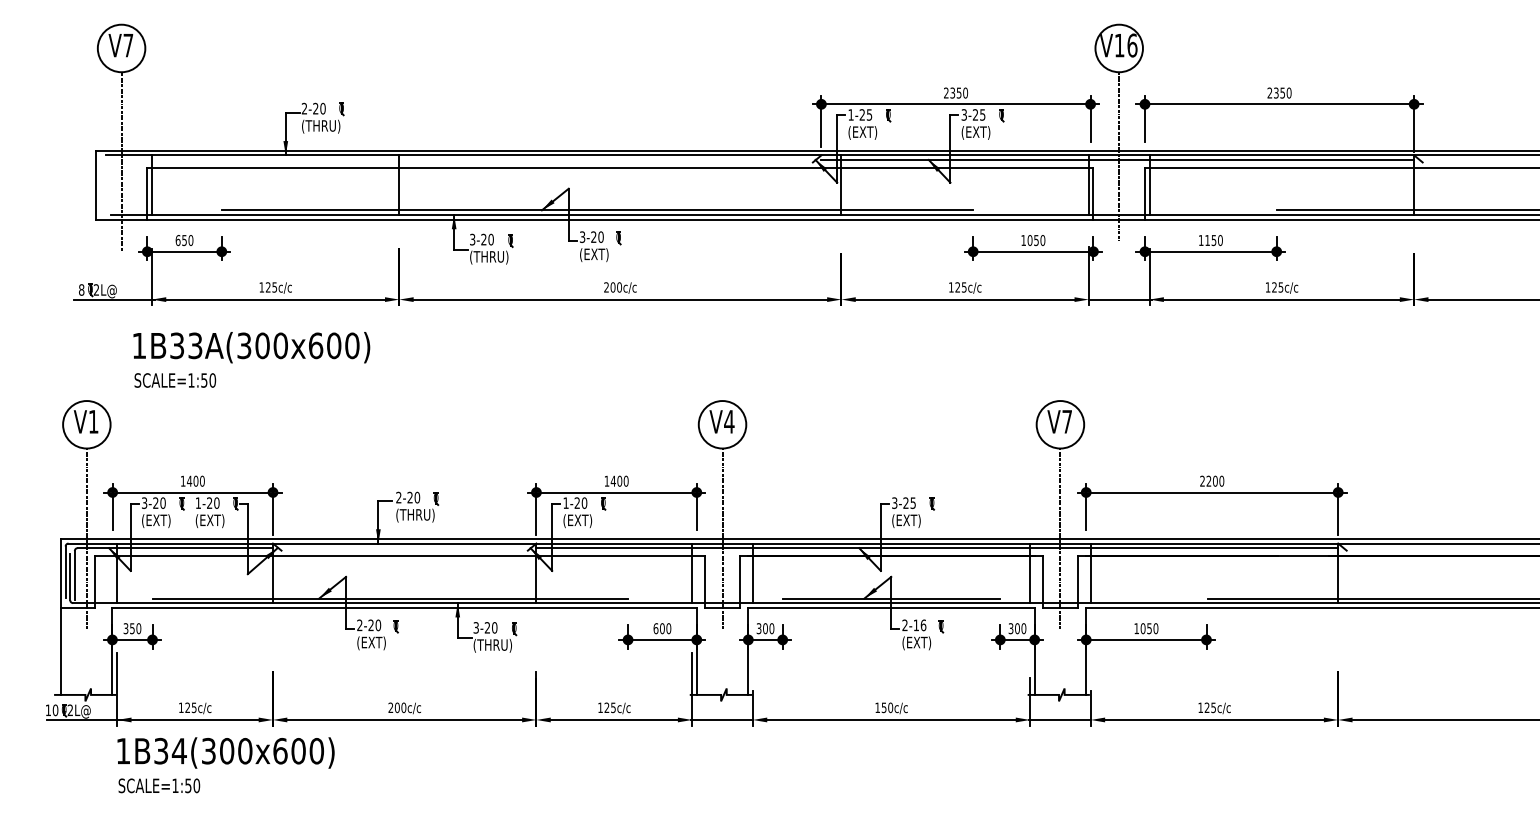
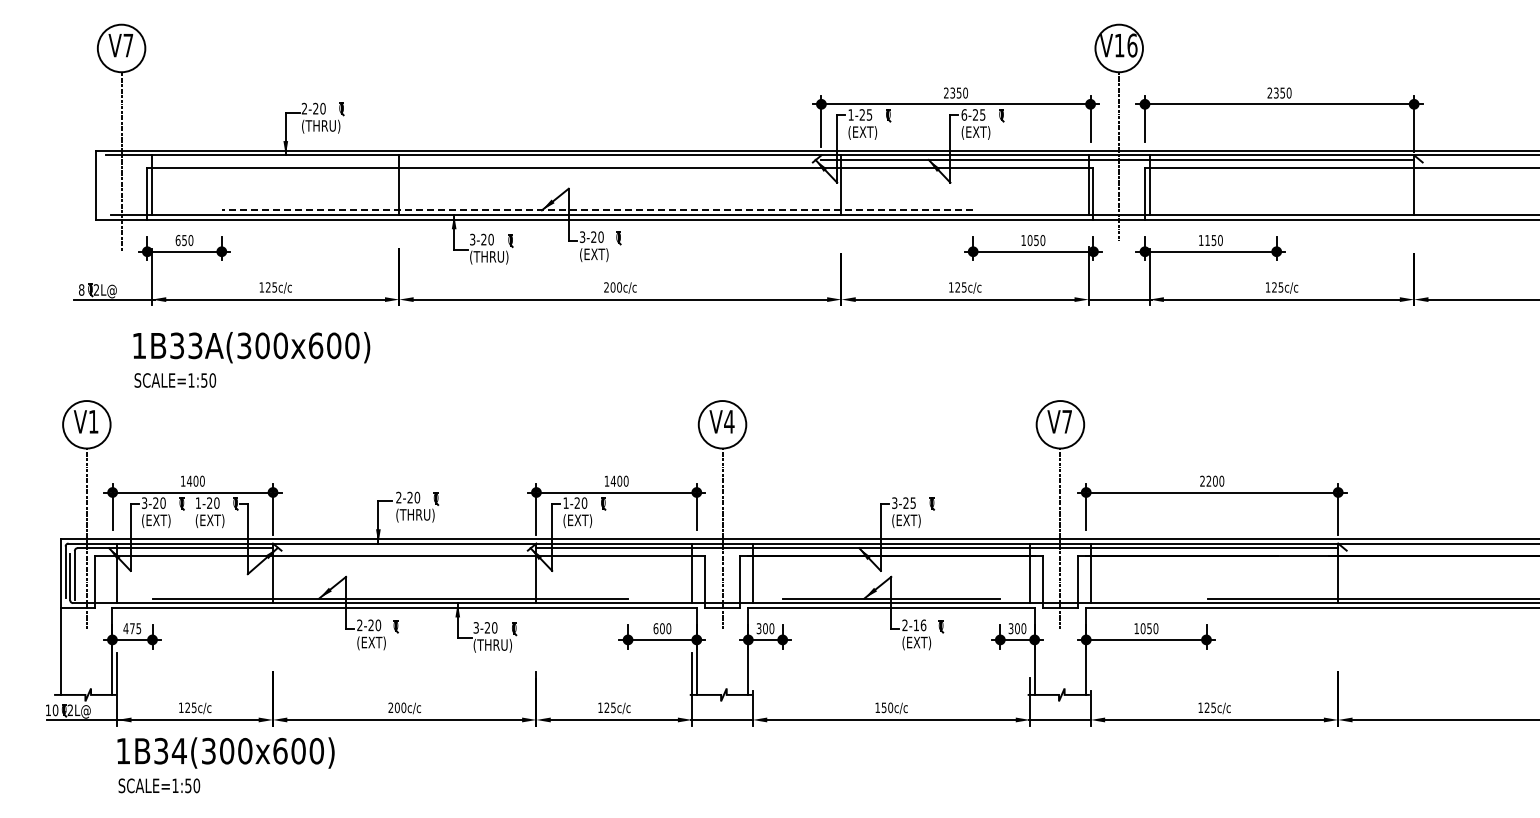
text at (964, 114): 3-25 -> 6-25
line at (597, 210): solid -> dashed
line at (1406, 210): present -> none
text at (132, 628): 350 -> 475
